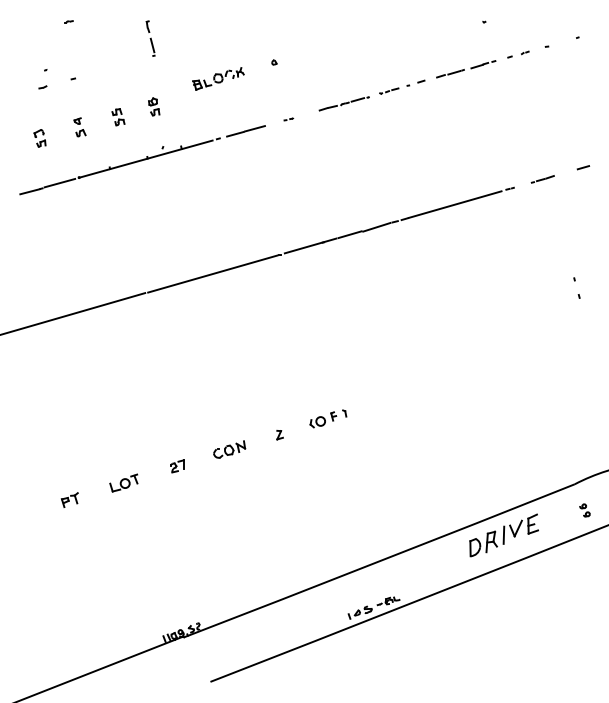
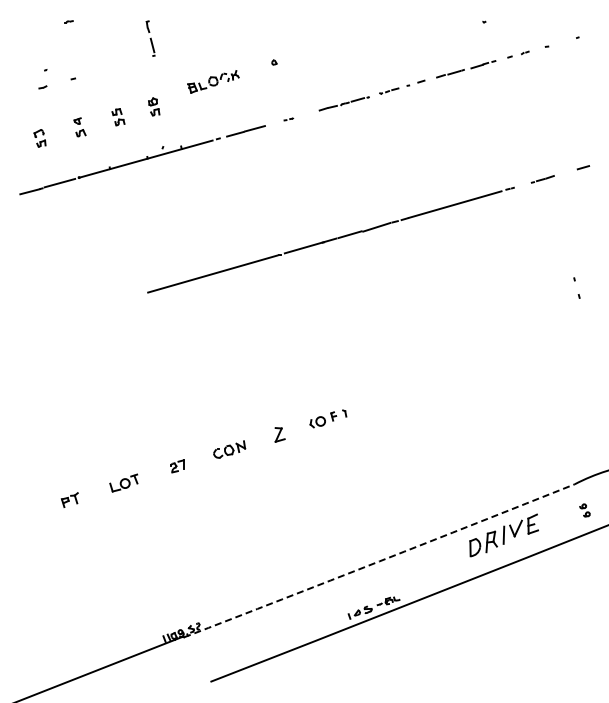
part at (218, 78) position: (218, 78) -> (213, 81)
line at (73, 313): present -> none
part at (279, 435) size: 8x11 px -> 12x16 px
arc at (379, 561): solid -> dashed
